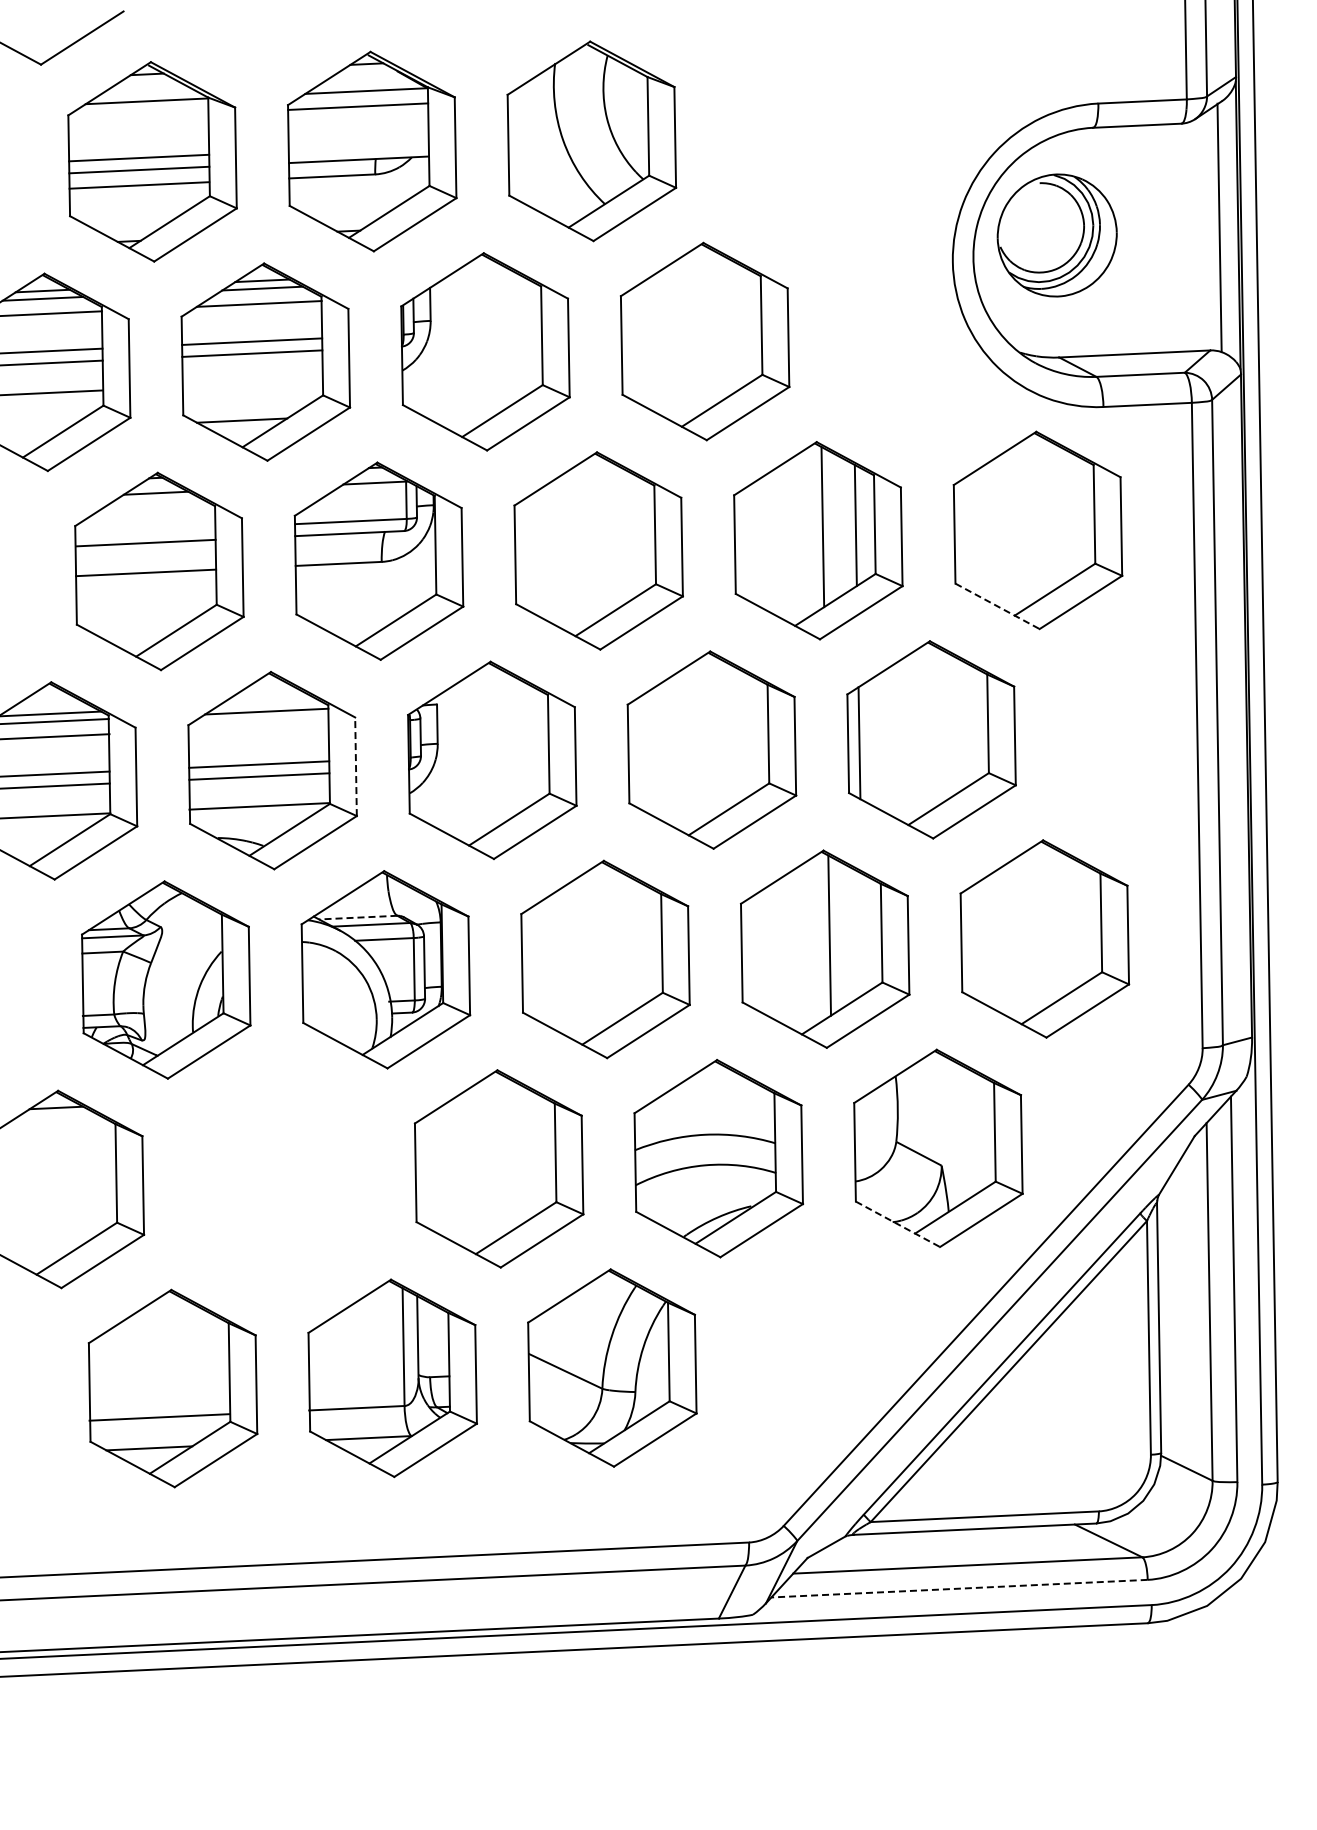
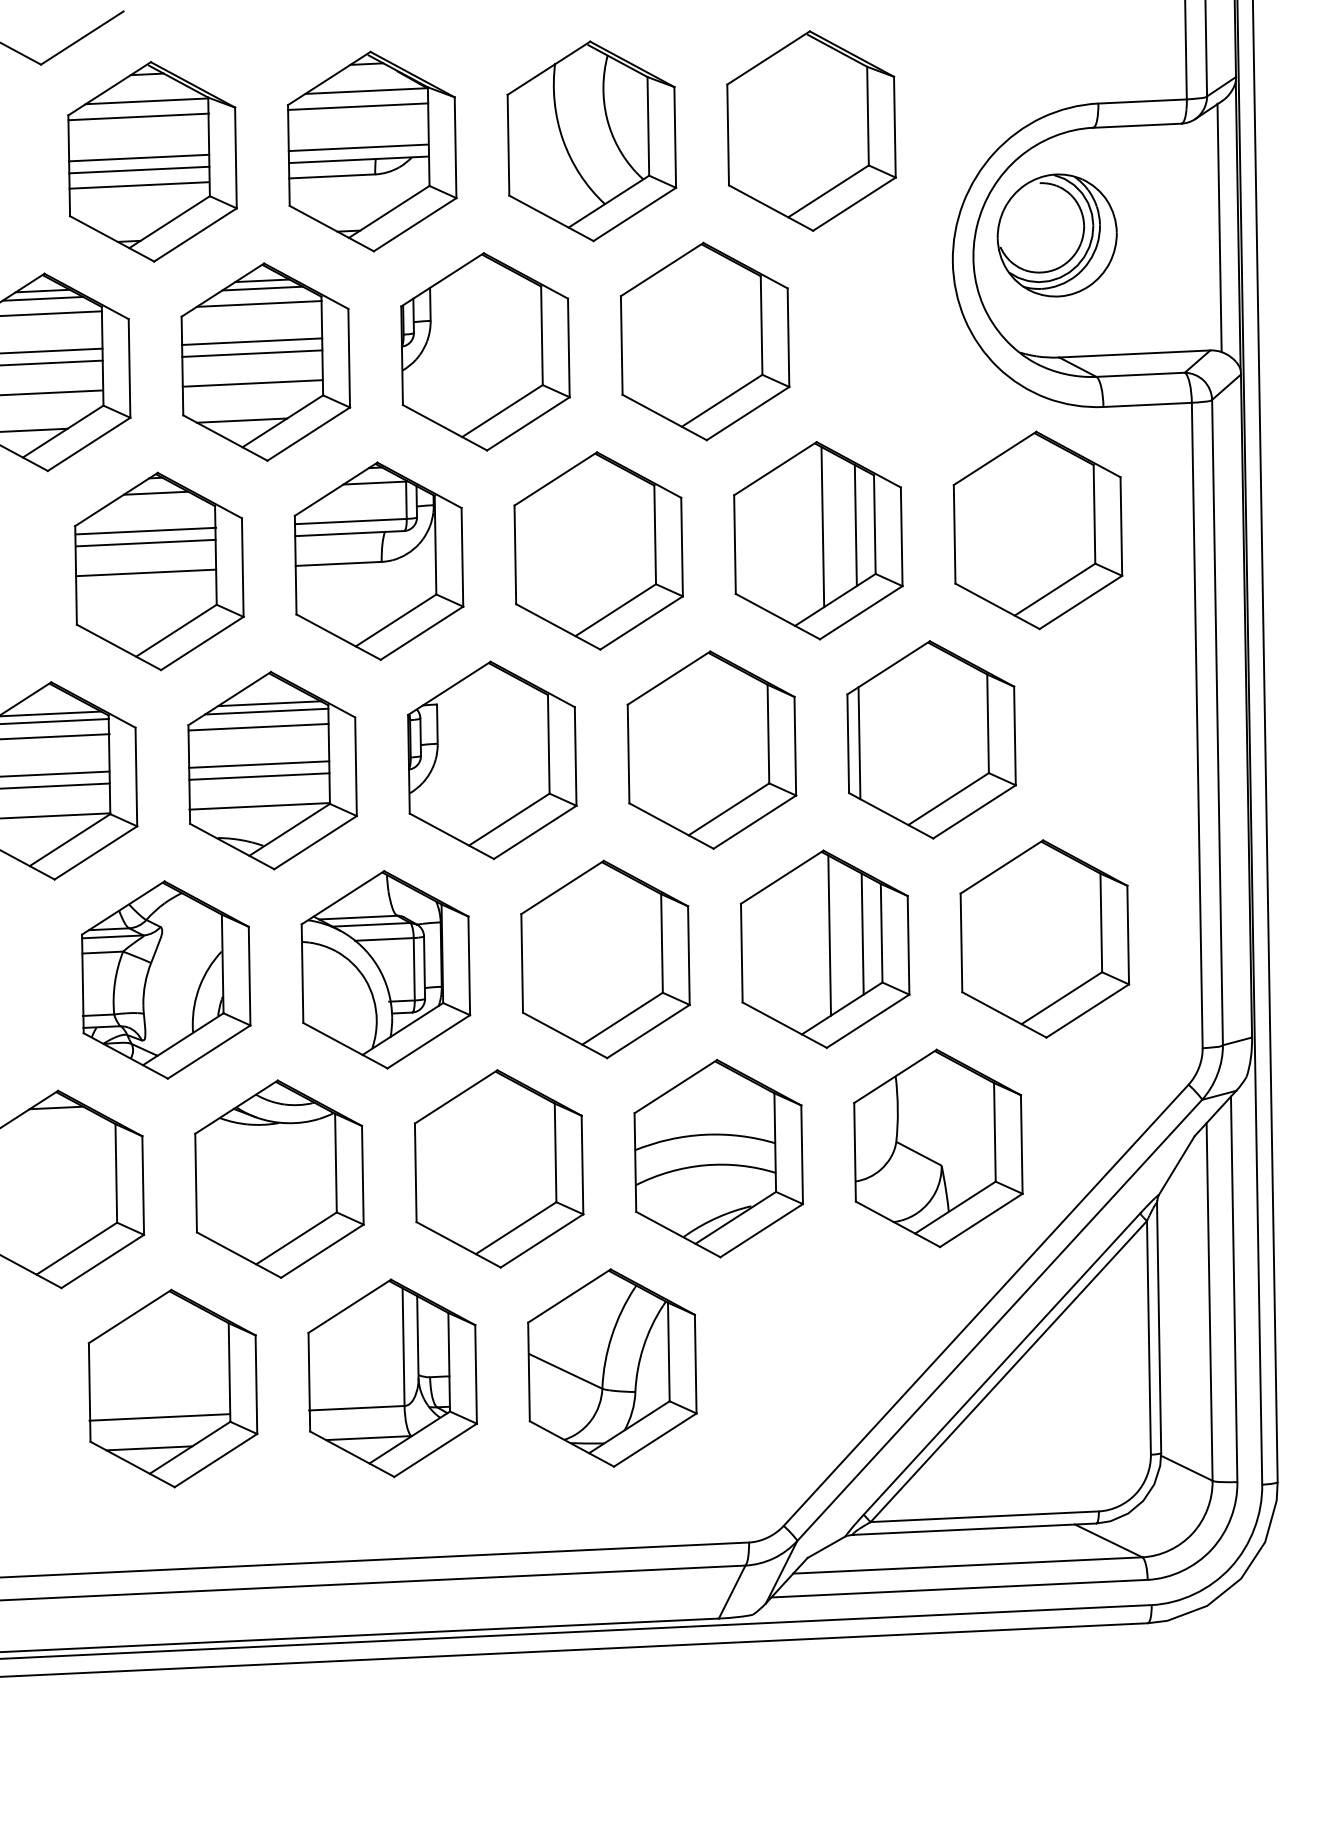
line at (138, 116): none -> present
part at (811, 130): none -> present
line at (358, 147): none -> present
line at (252, 383): none -> present
line at (34, 429): none -> present
line at (145, 530): none -> present
line at (997, 606): dashed -> solid
line at (269, 703): none -> present
line at (258, 726): none -> present
line at (356, 766): dashed -> solid
line at (357, 917): dashed -> solid
line at (862, 933): none -> present
part at (279, 1178): none -> present
line at (897, 1224): dashed -> solid
line at (959, 1588): dashed -> solid
